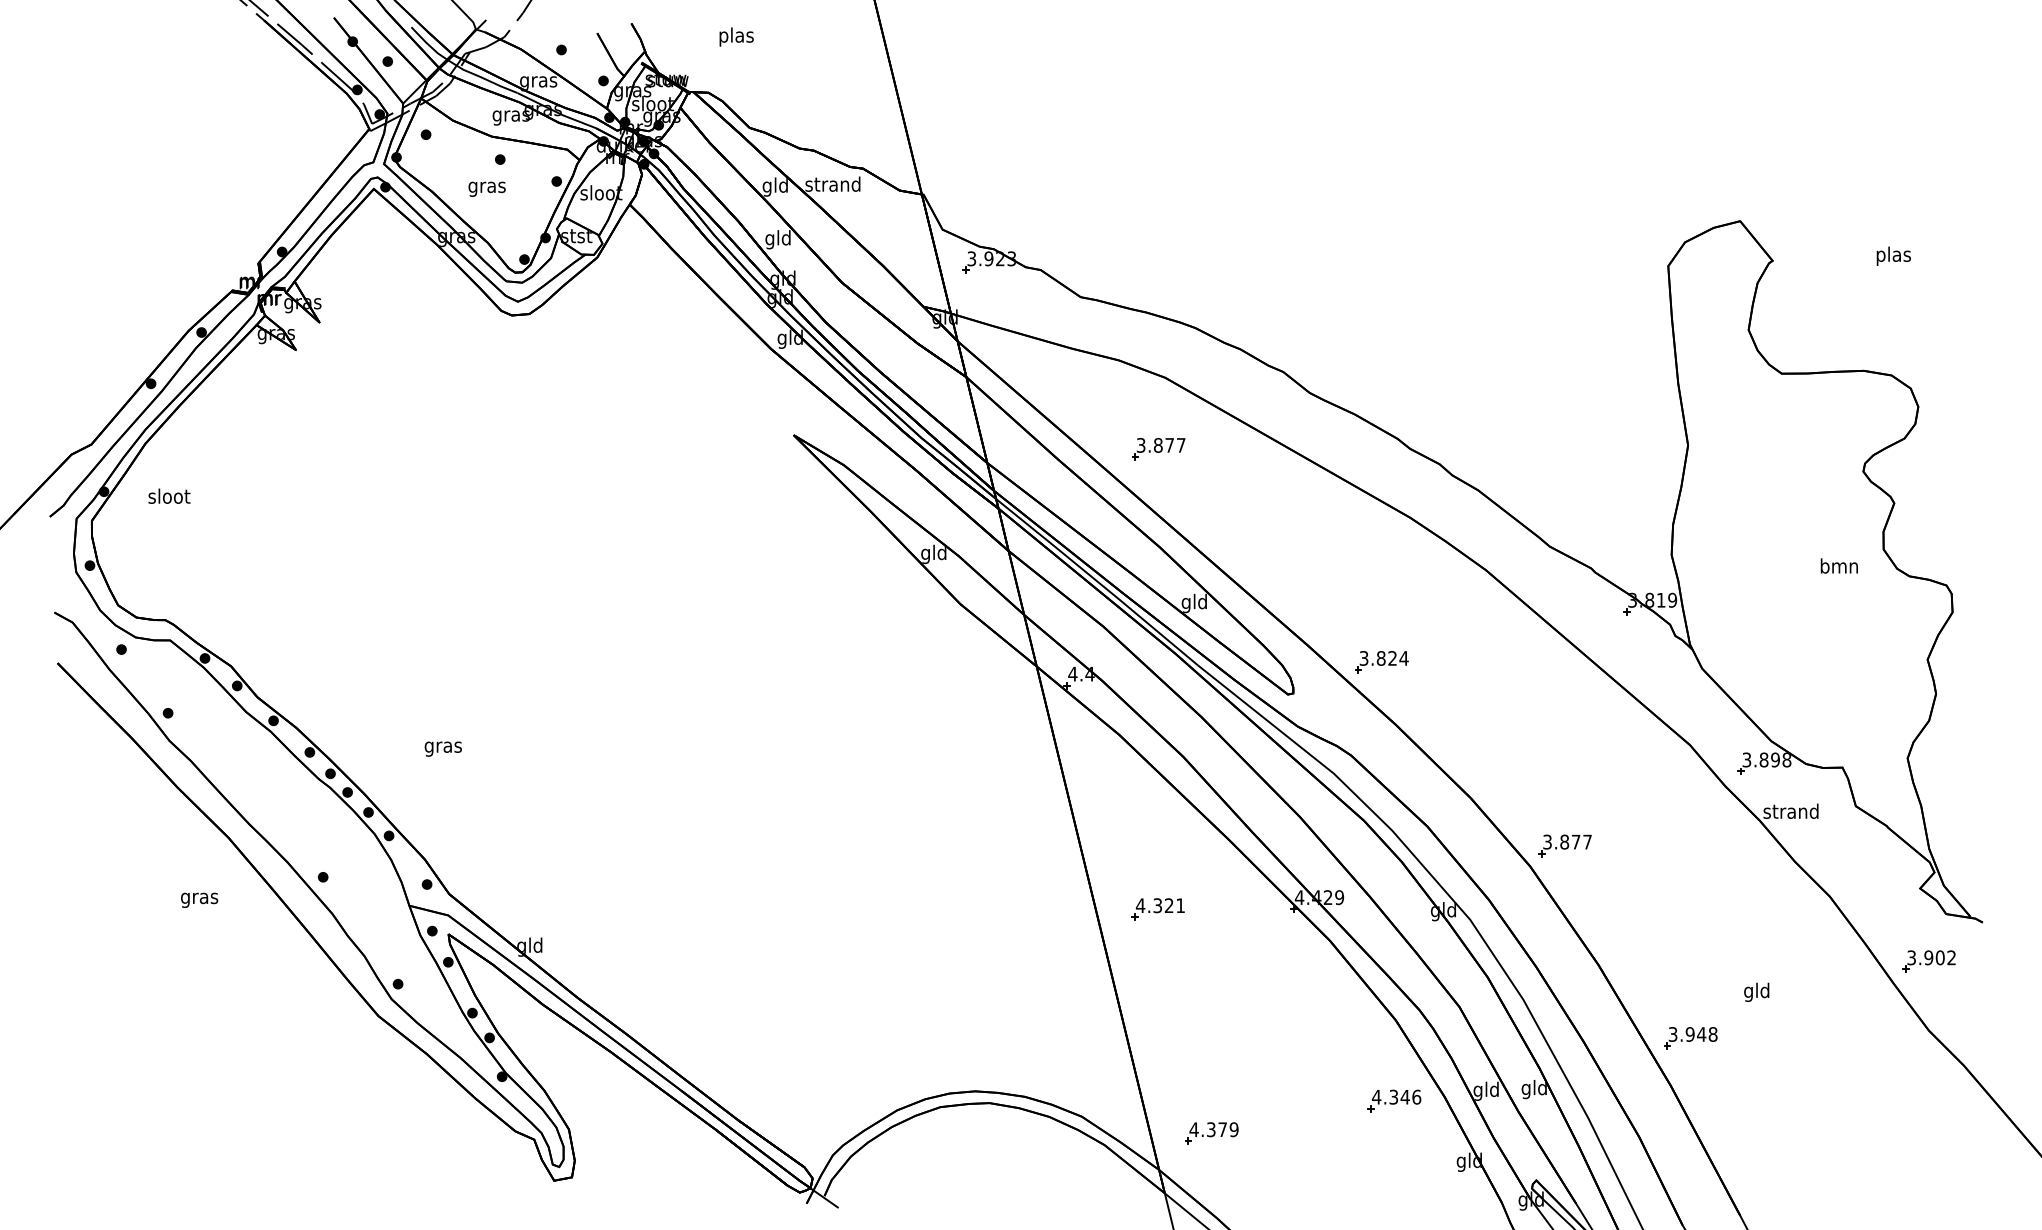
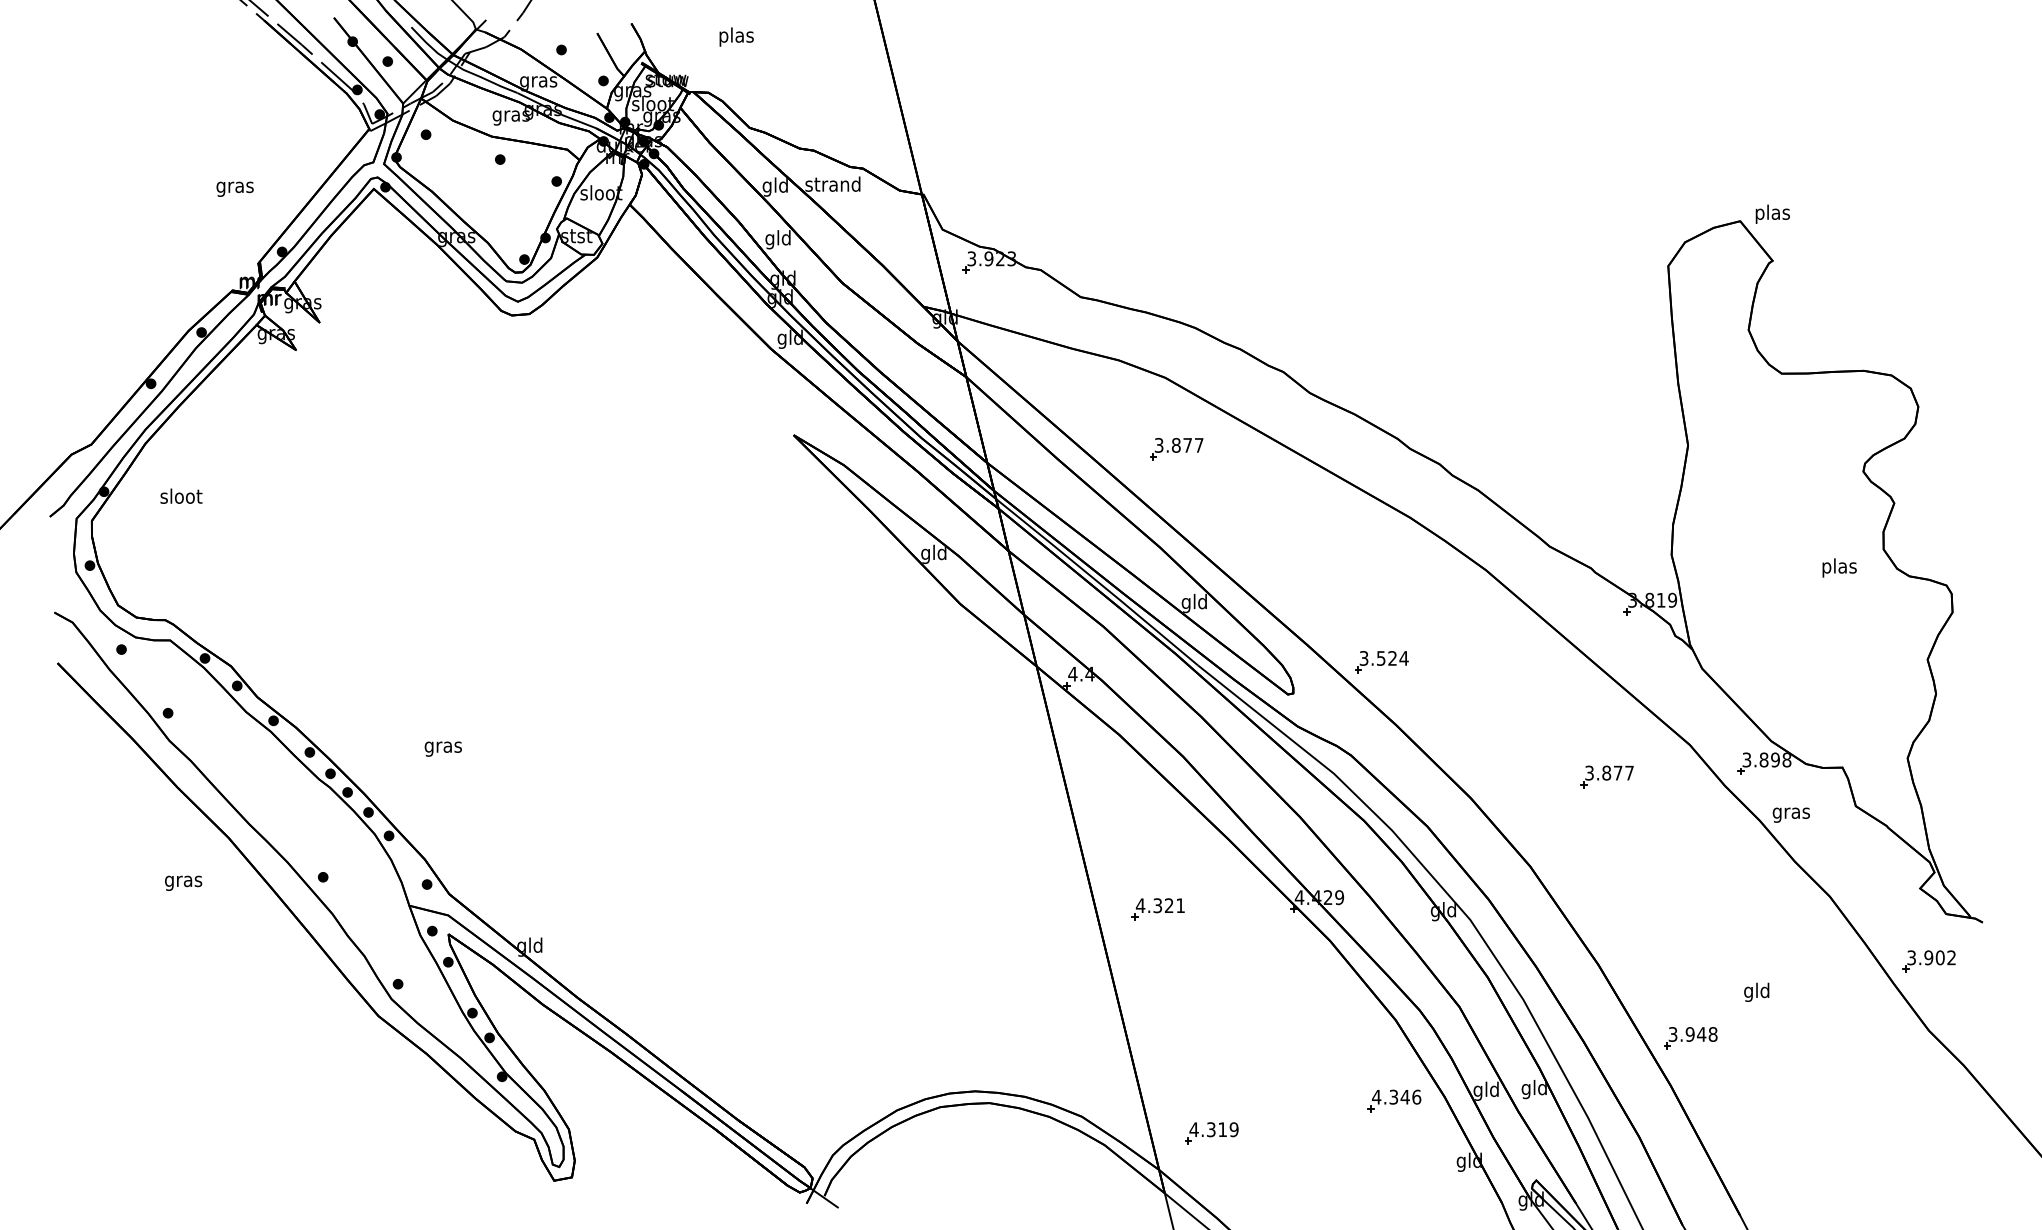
text at (486, 188) position: (486, 188) -> (234, 188)
text at (1893, 255) position: (1893, 255) -> (1772, 213)
part at (1158, 449) position: (1158, 449) -> (1176, 449)
text at (169, 495) position: (169, 495) -> (181, 495)
text at (1838, 567): bmn -> plas
text at (1380, 658): 3.824 -> 3.524
text at (1790, 812): strand -> gras
part at (1564, 845) position: (1564, 845) -> (1606, 776)
text at (199, 899) position: (199, 899) -> (183, 882)
text at (1222, 1129): 4.379 -> 4.319
